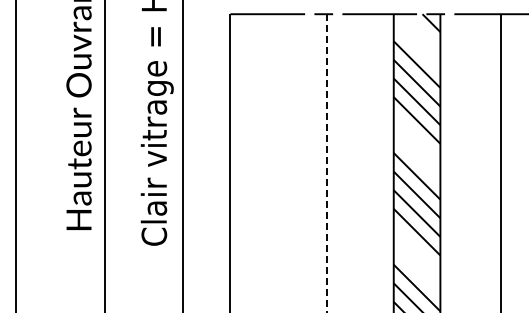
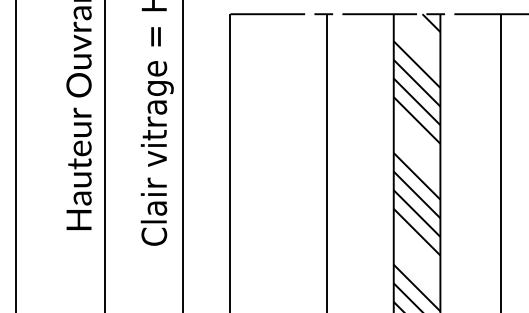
line at (326, 163): dashed -> solid
